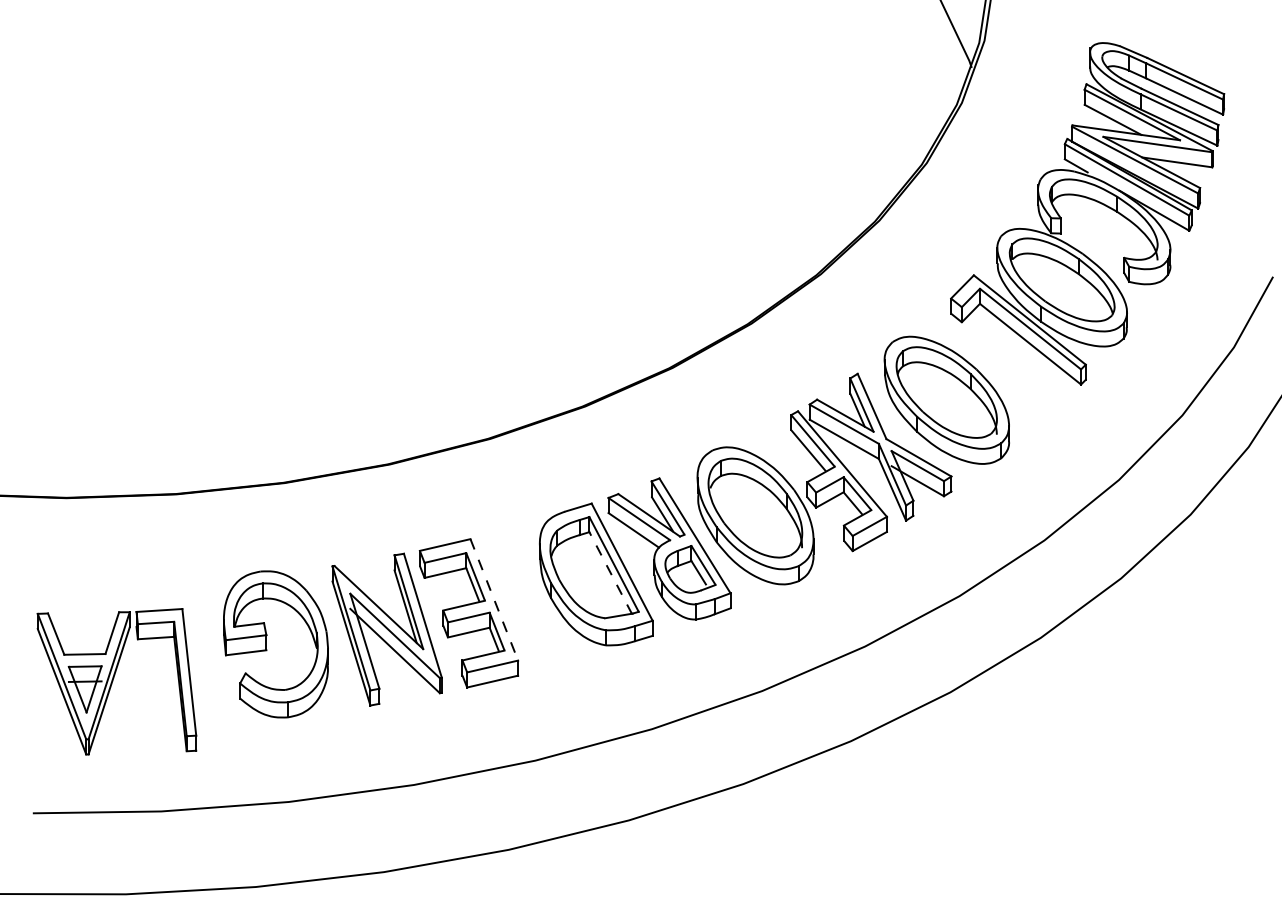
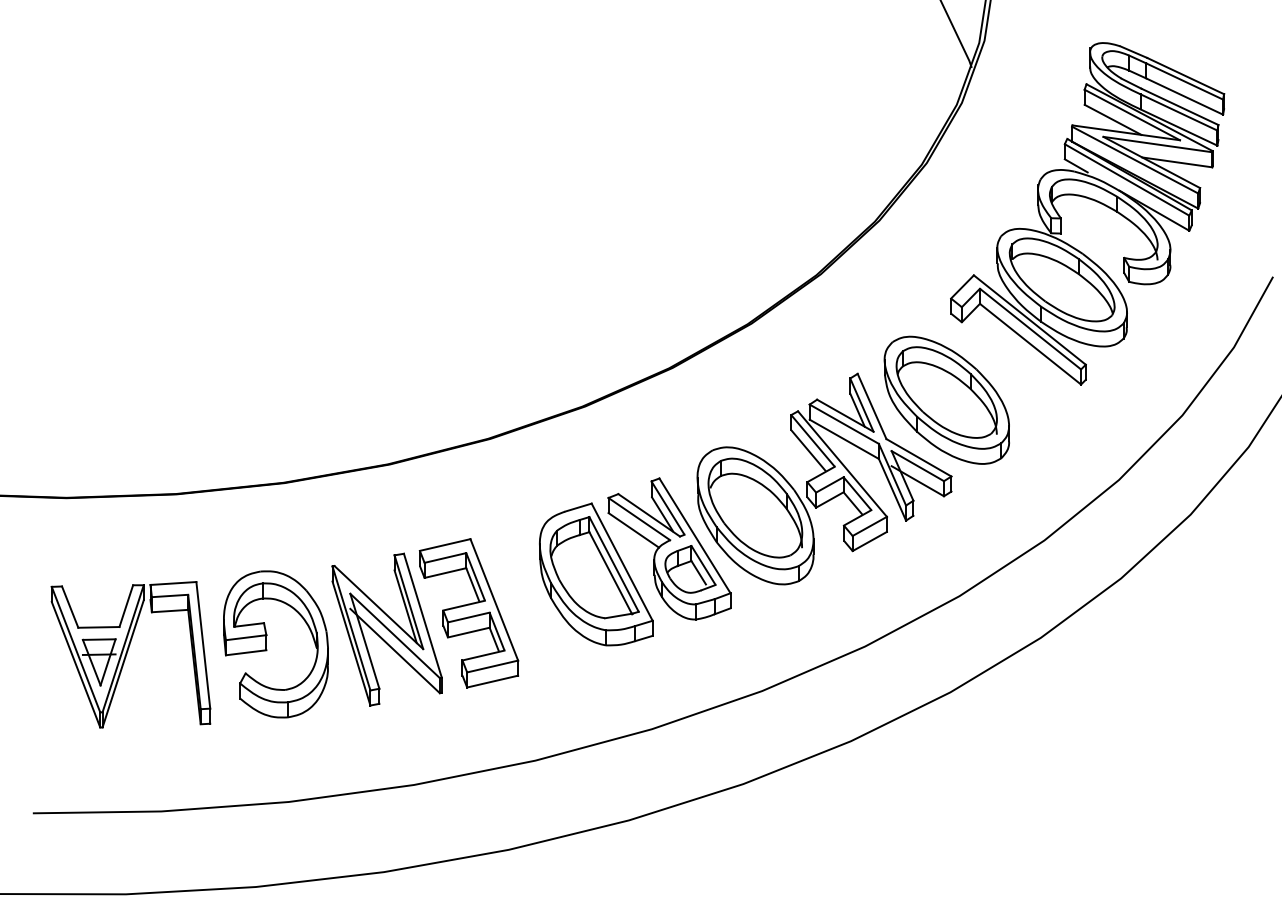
line at (610, 572): dashed -> solid
line at (494, 600): dashed -> solid
part at (116, 681) position: (116, 681) -> (130, 654)
